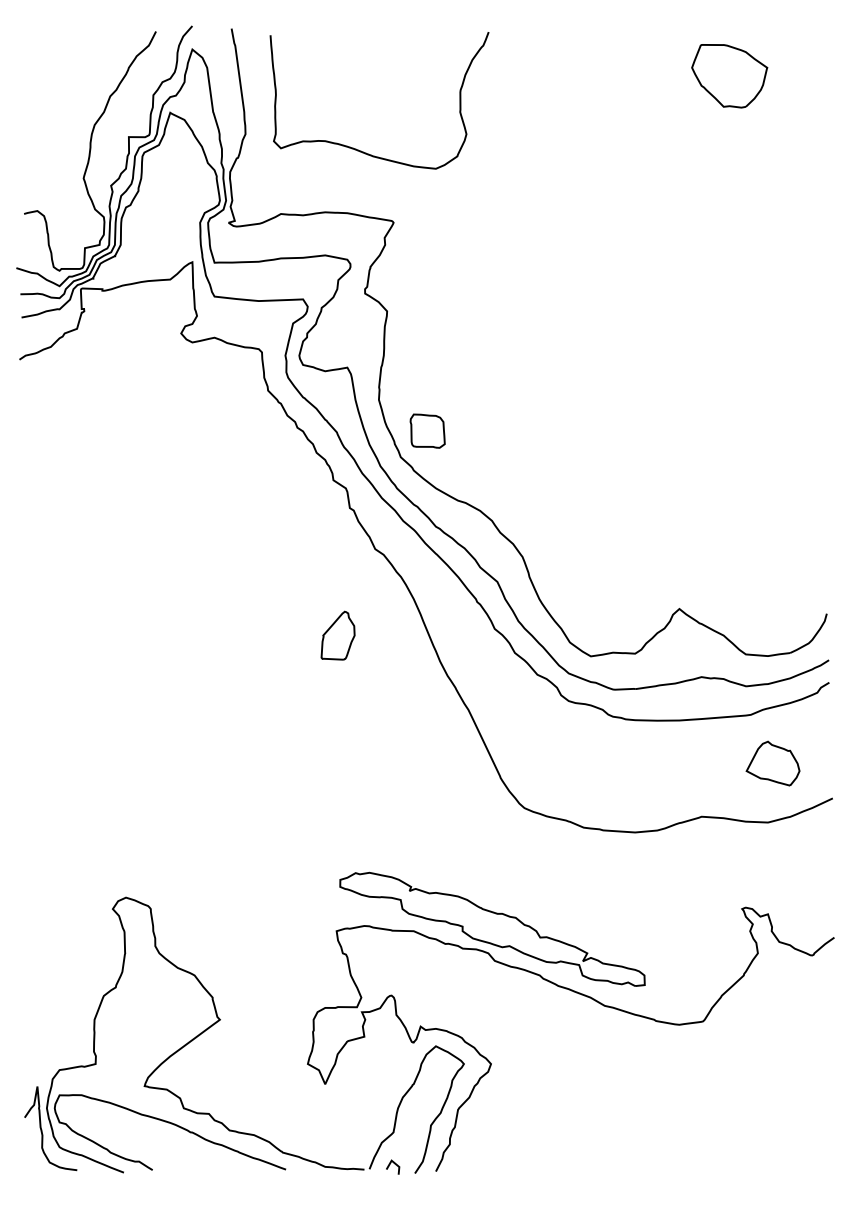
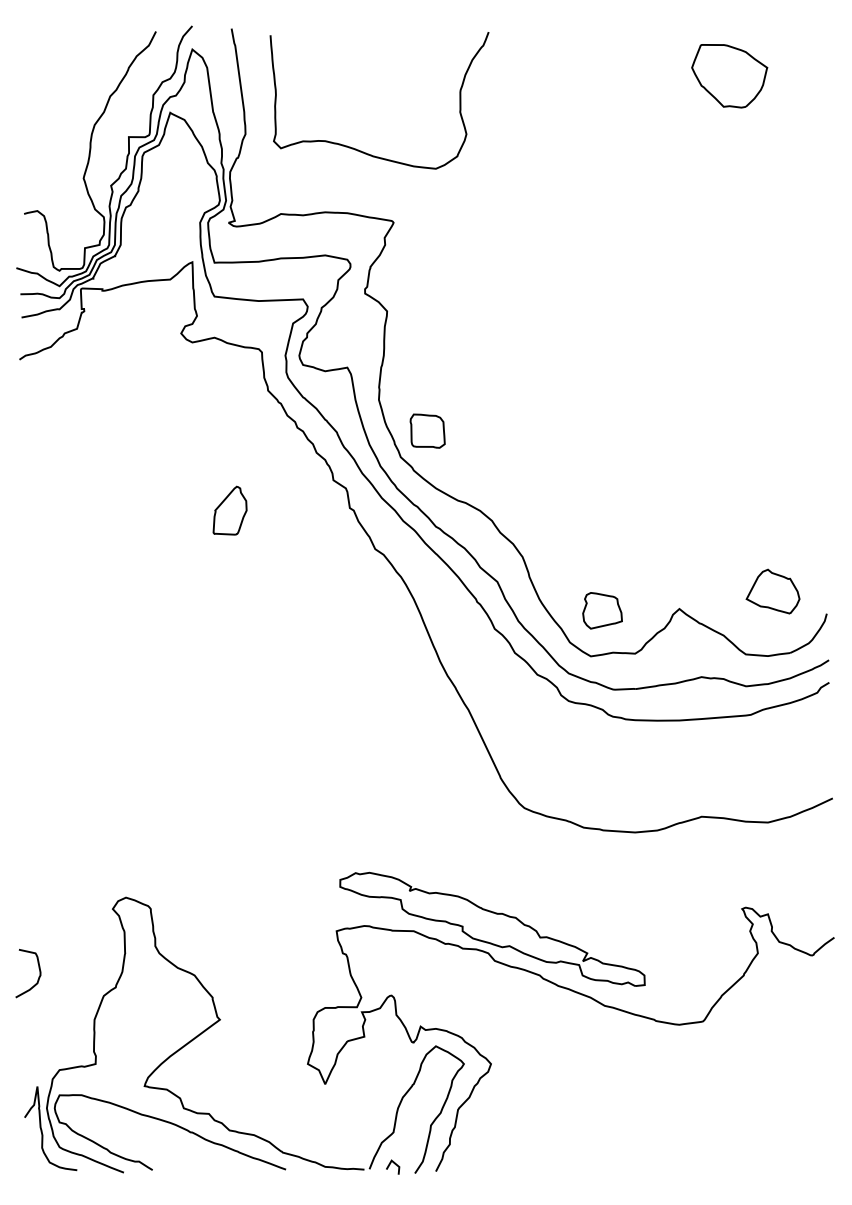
part at (602, 610): none -> present
part at (337, 635) position: (337, 635) -> (229, 510)
part at (772, 763) position: (772, 763) -> (772, 591)
curve at (38, 976): none -> present
